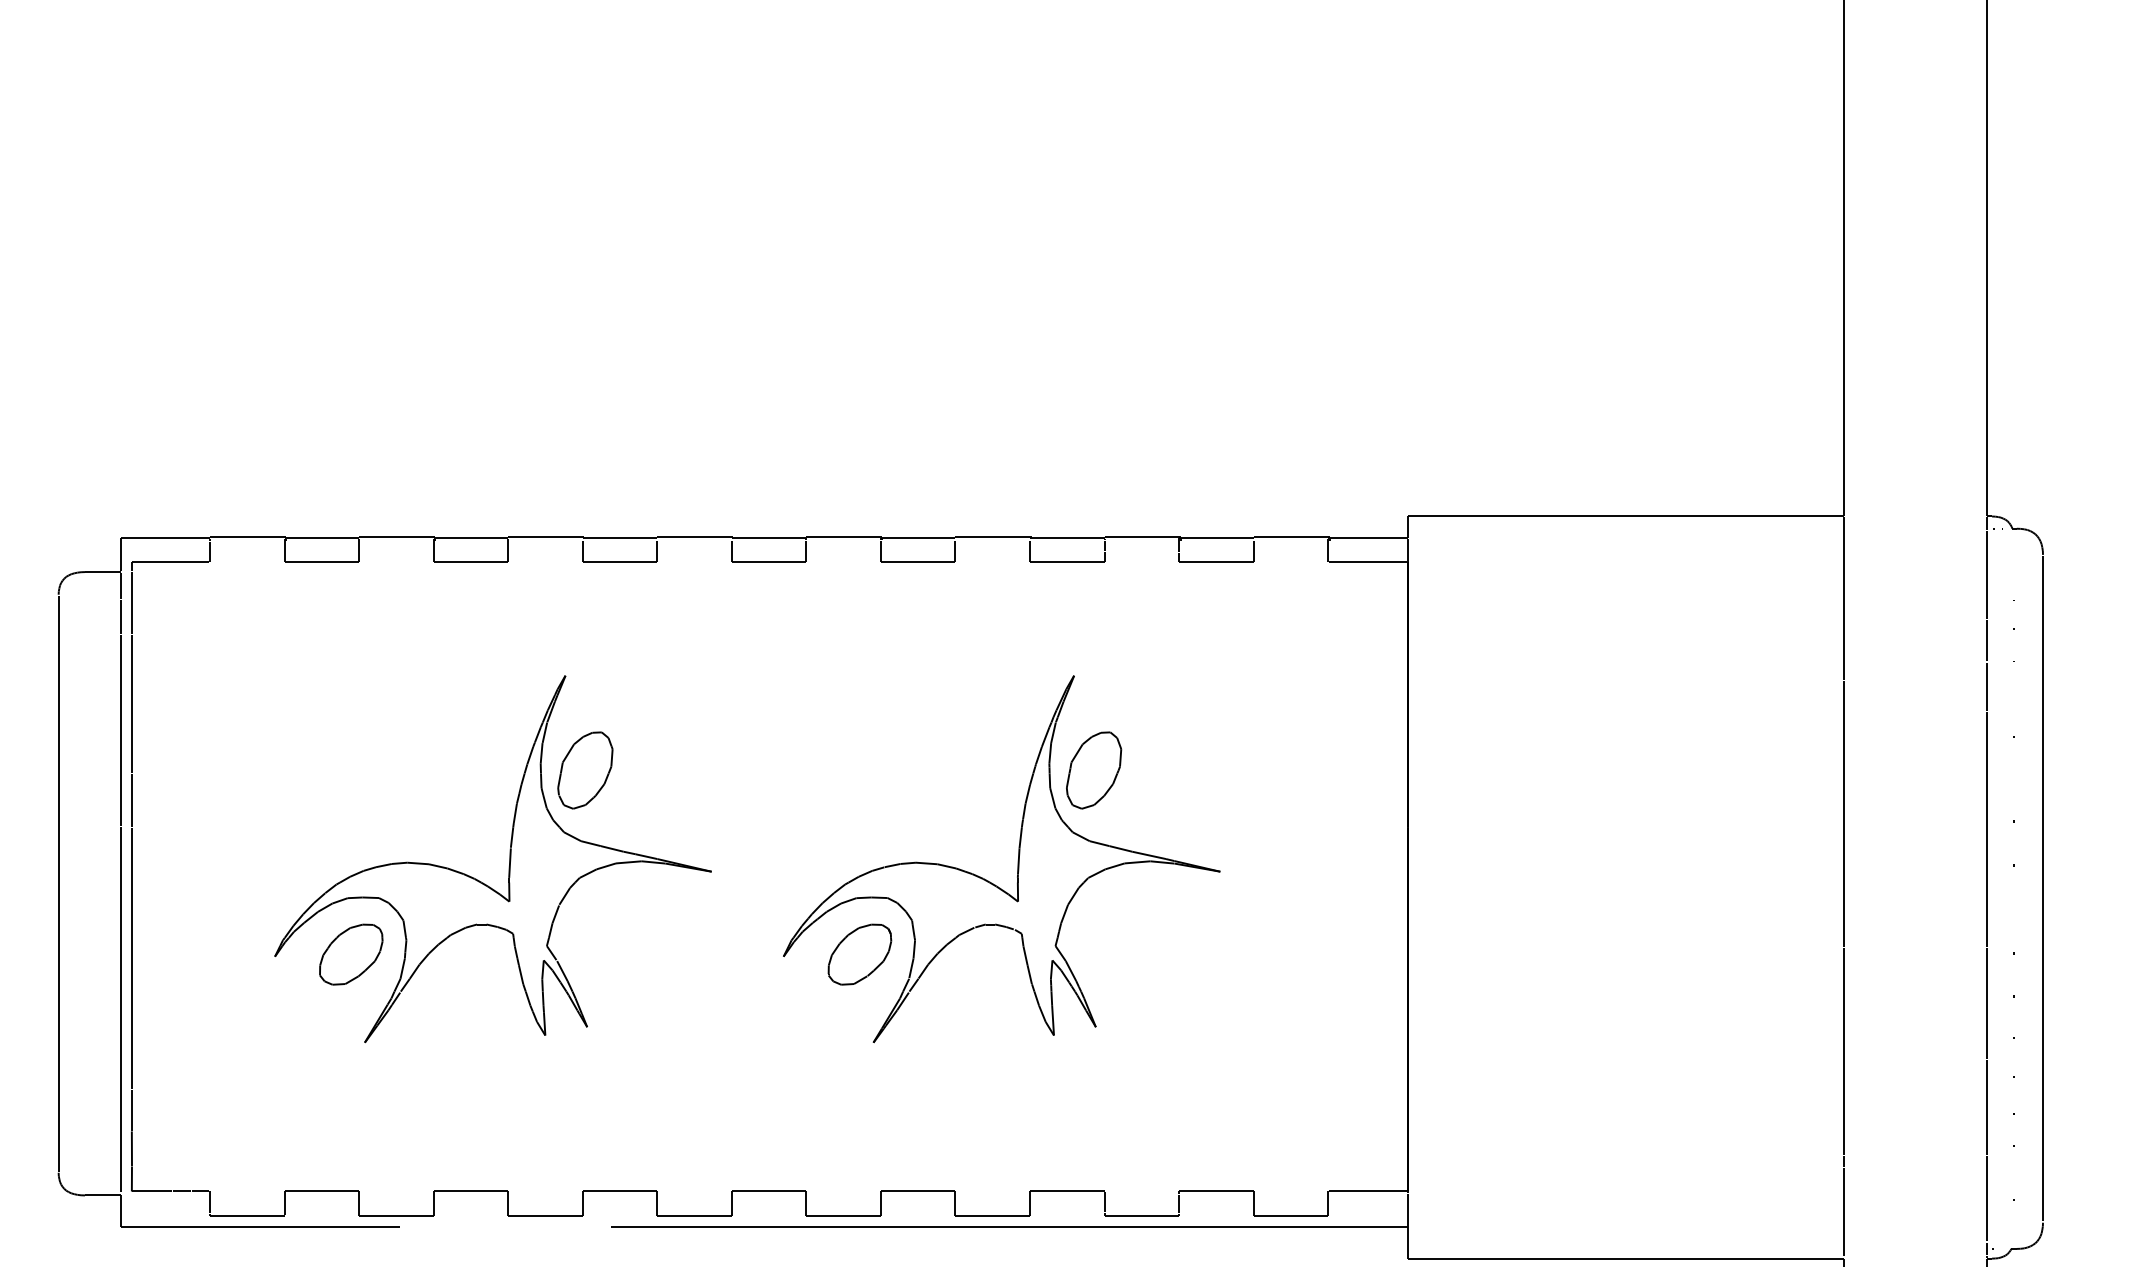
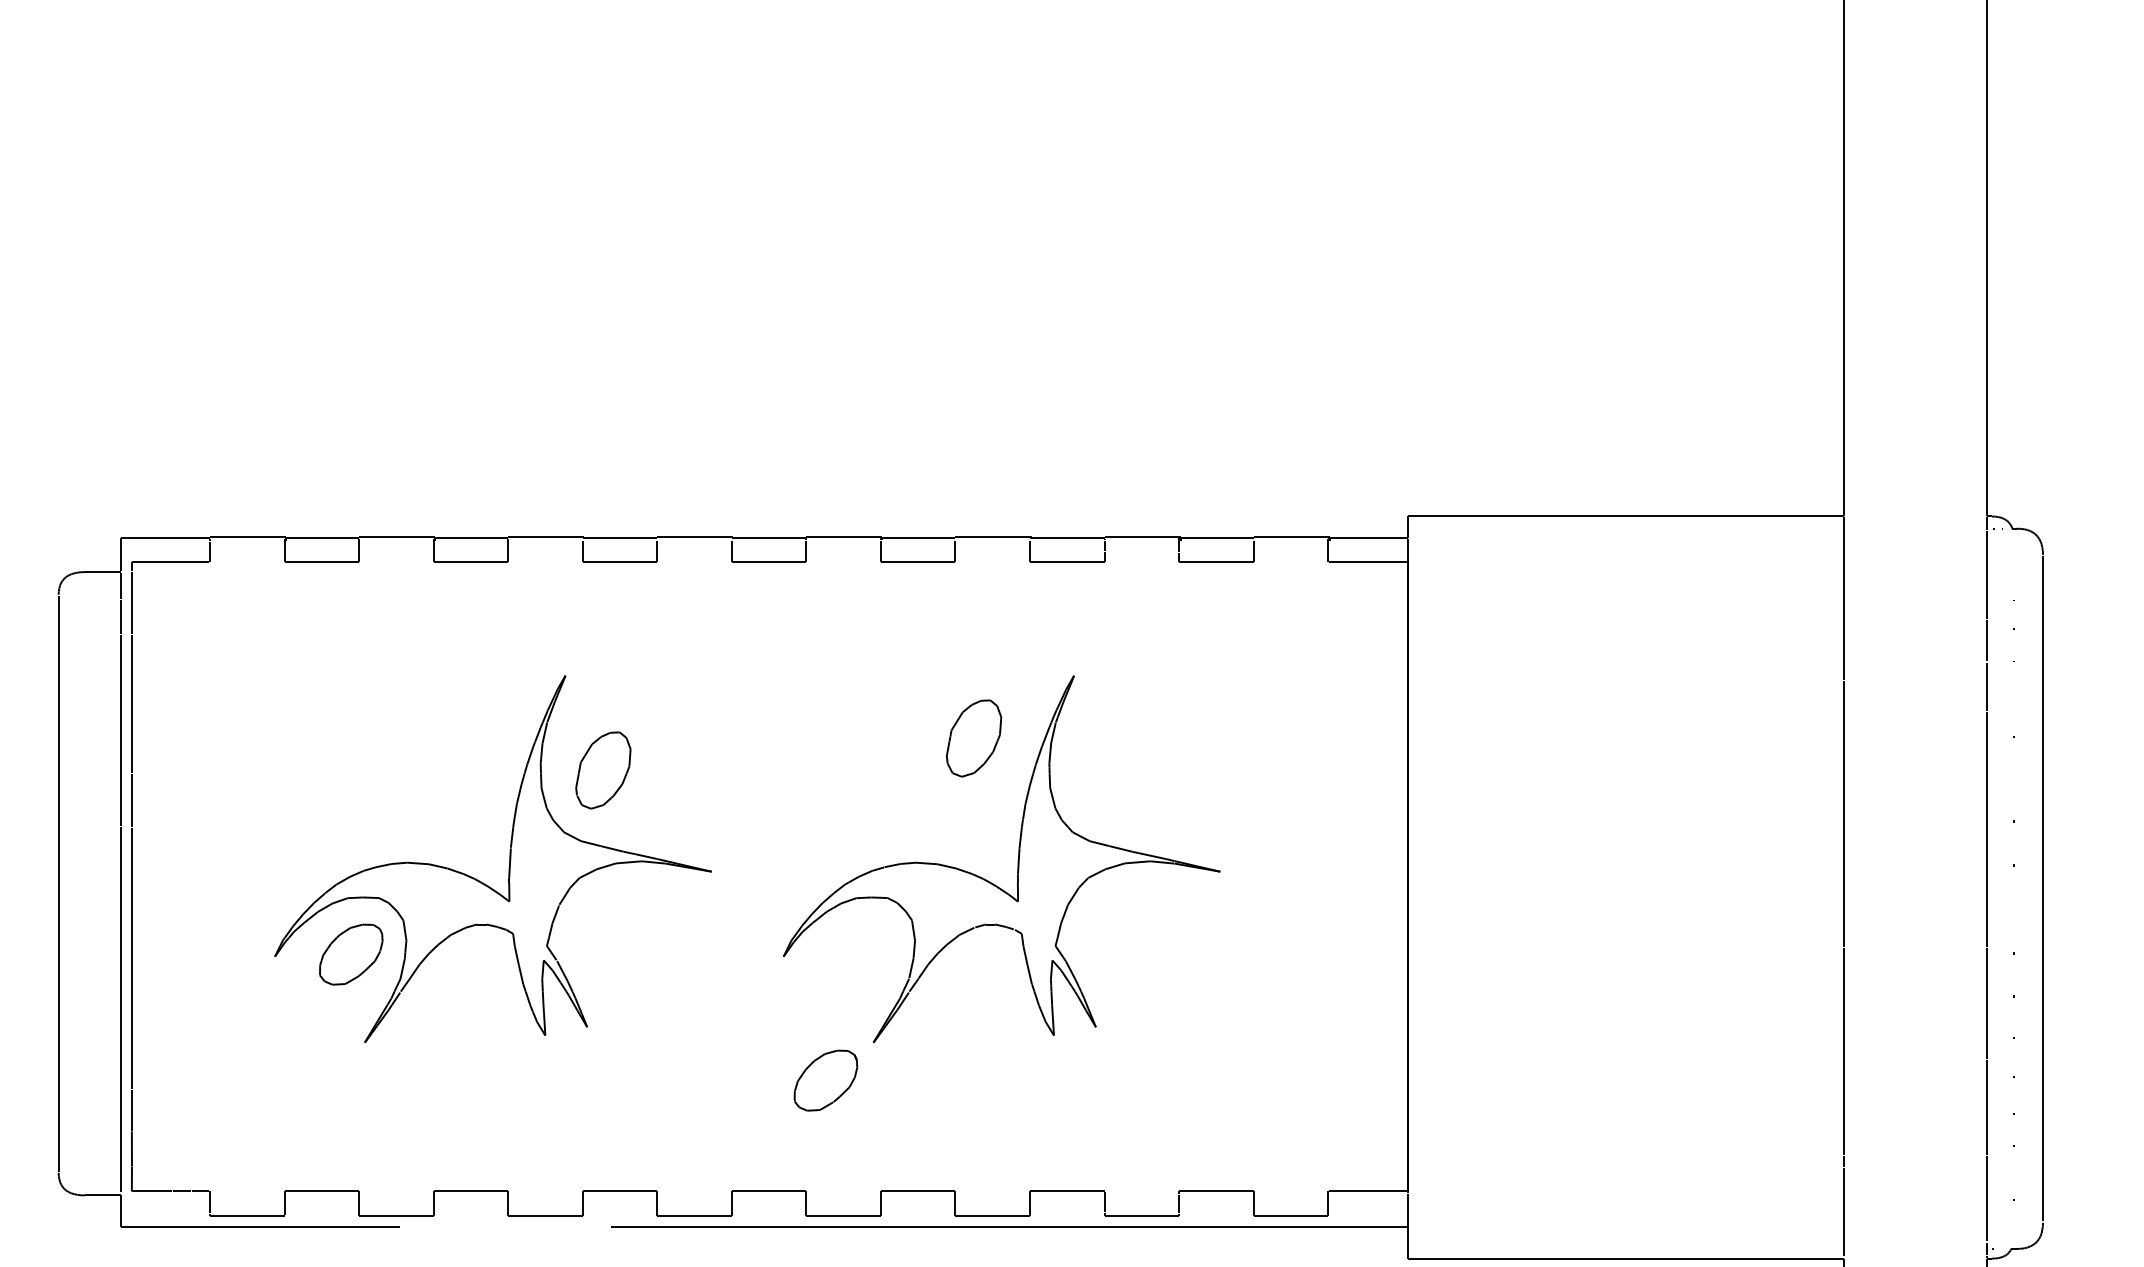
part at (585, 770) position: (585, 770) -> (603, 770)
part at (1094, 770) position: (1094, 770) -> (974, 738)
part at (859, 954) position: (859, 954) -> (825, 1080)
